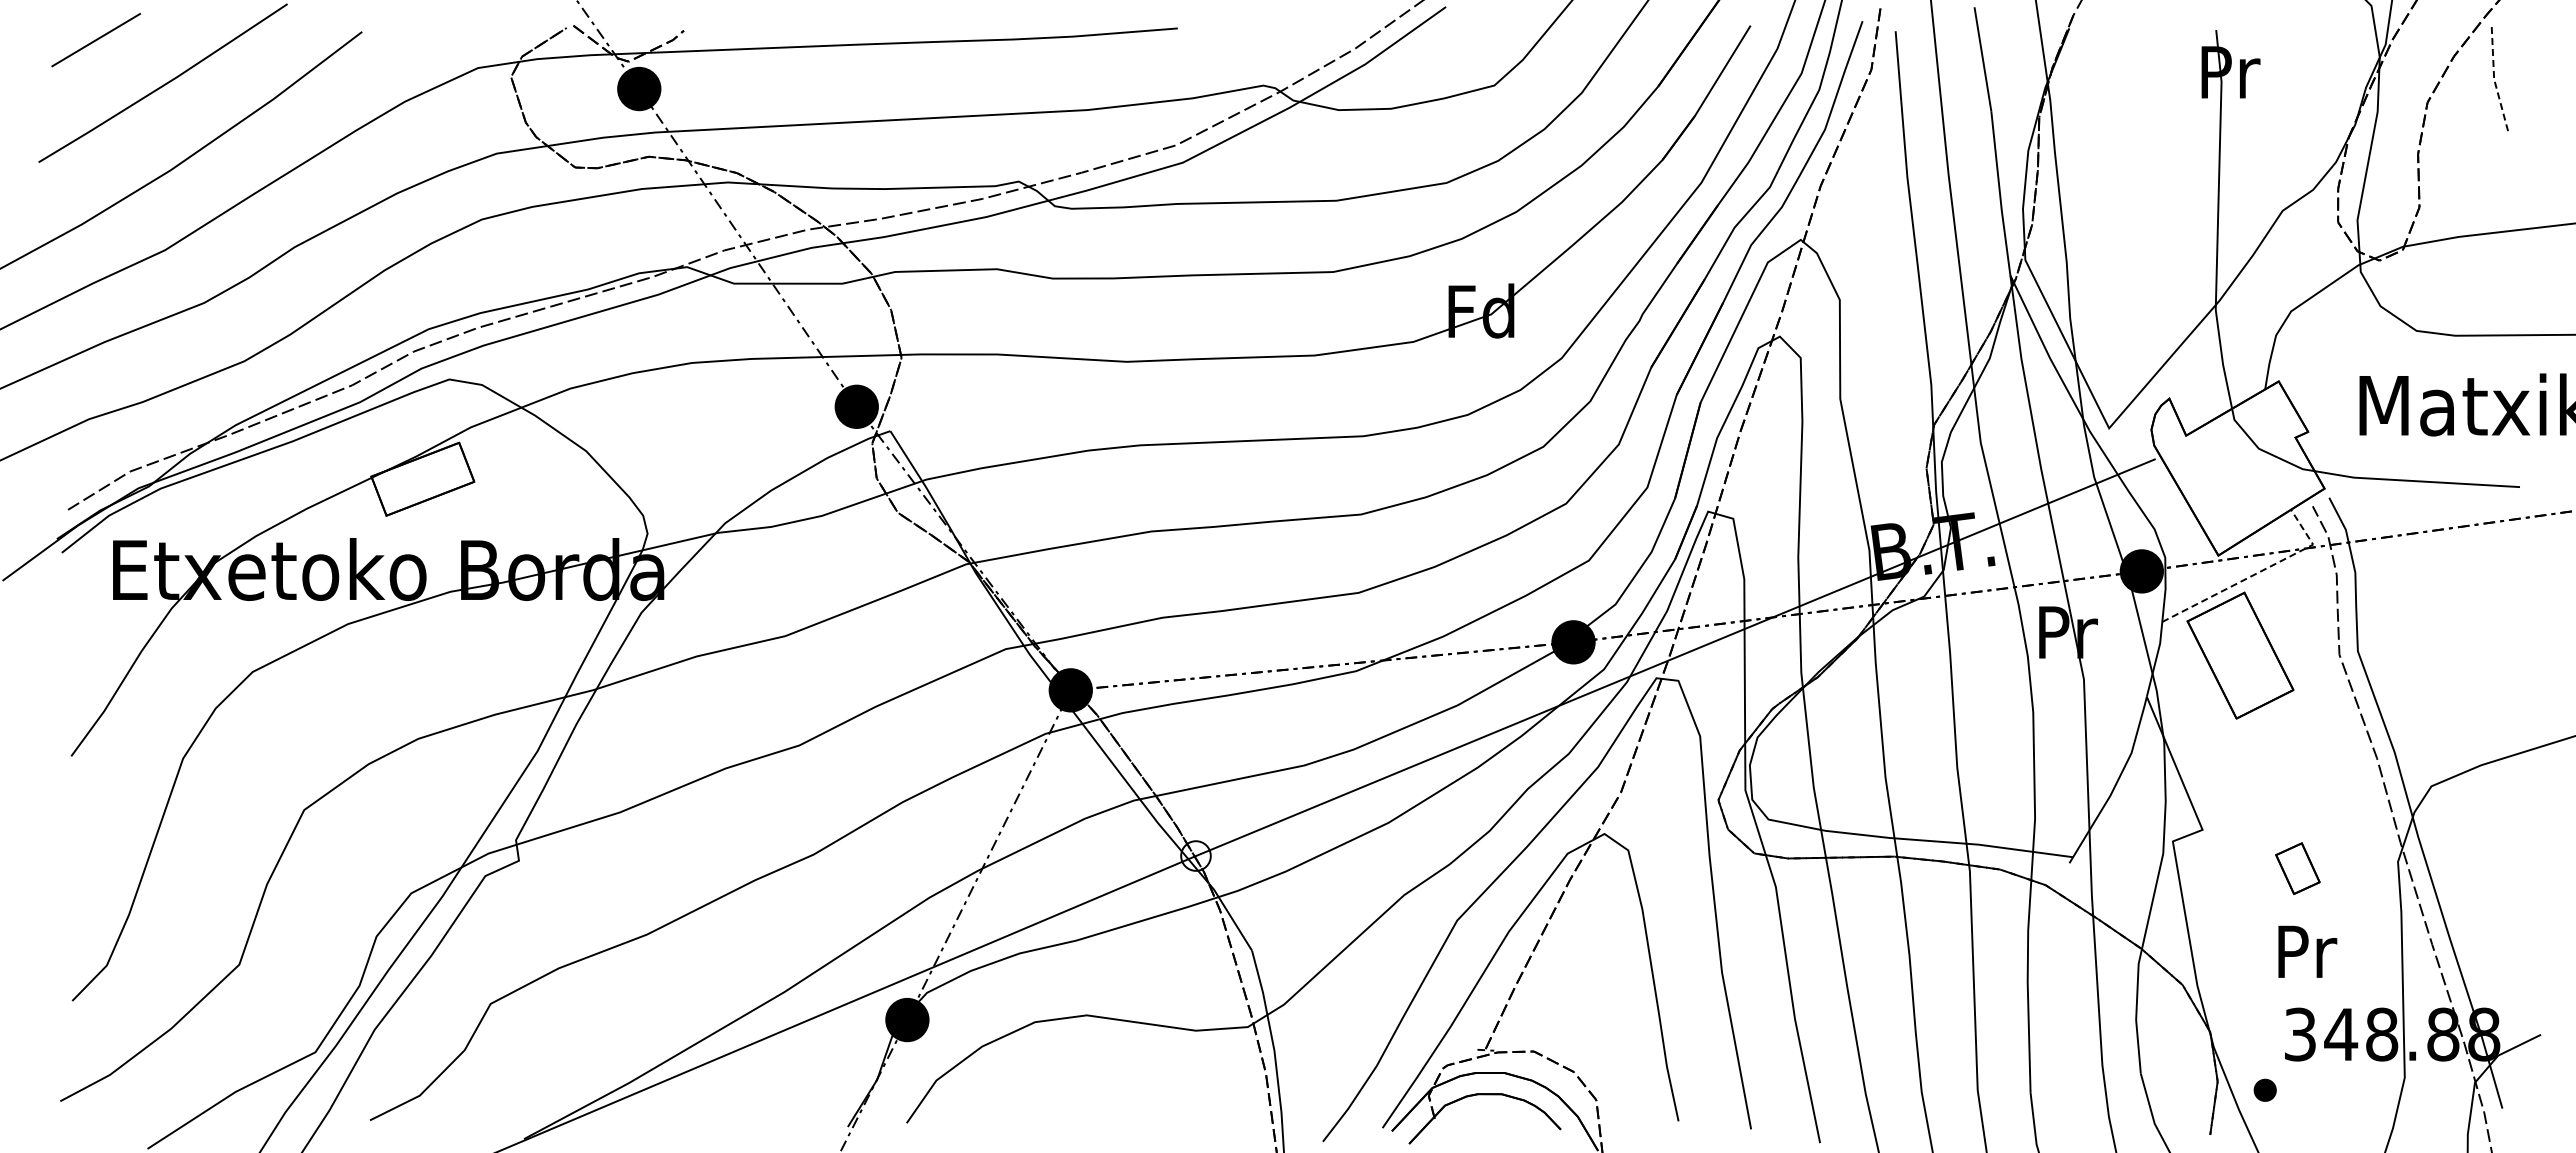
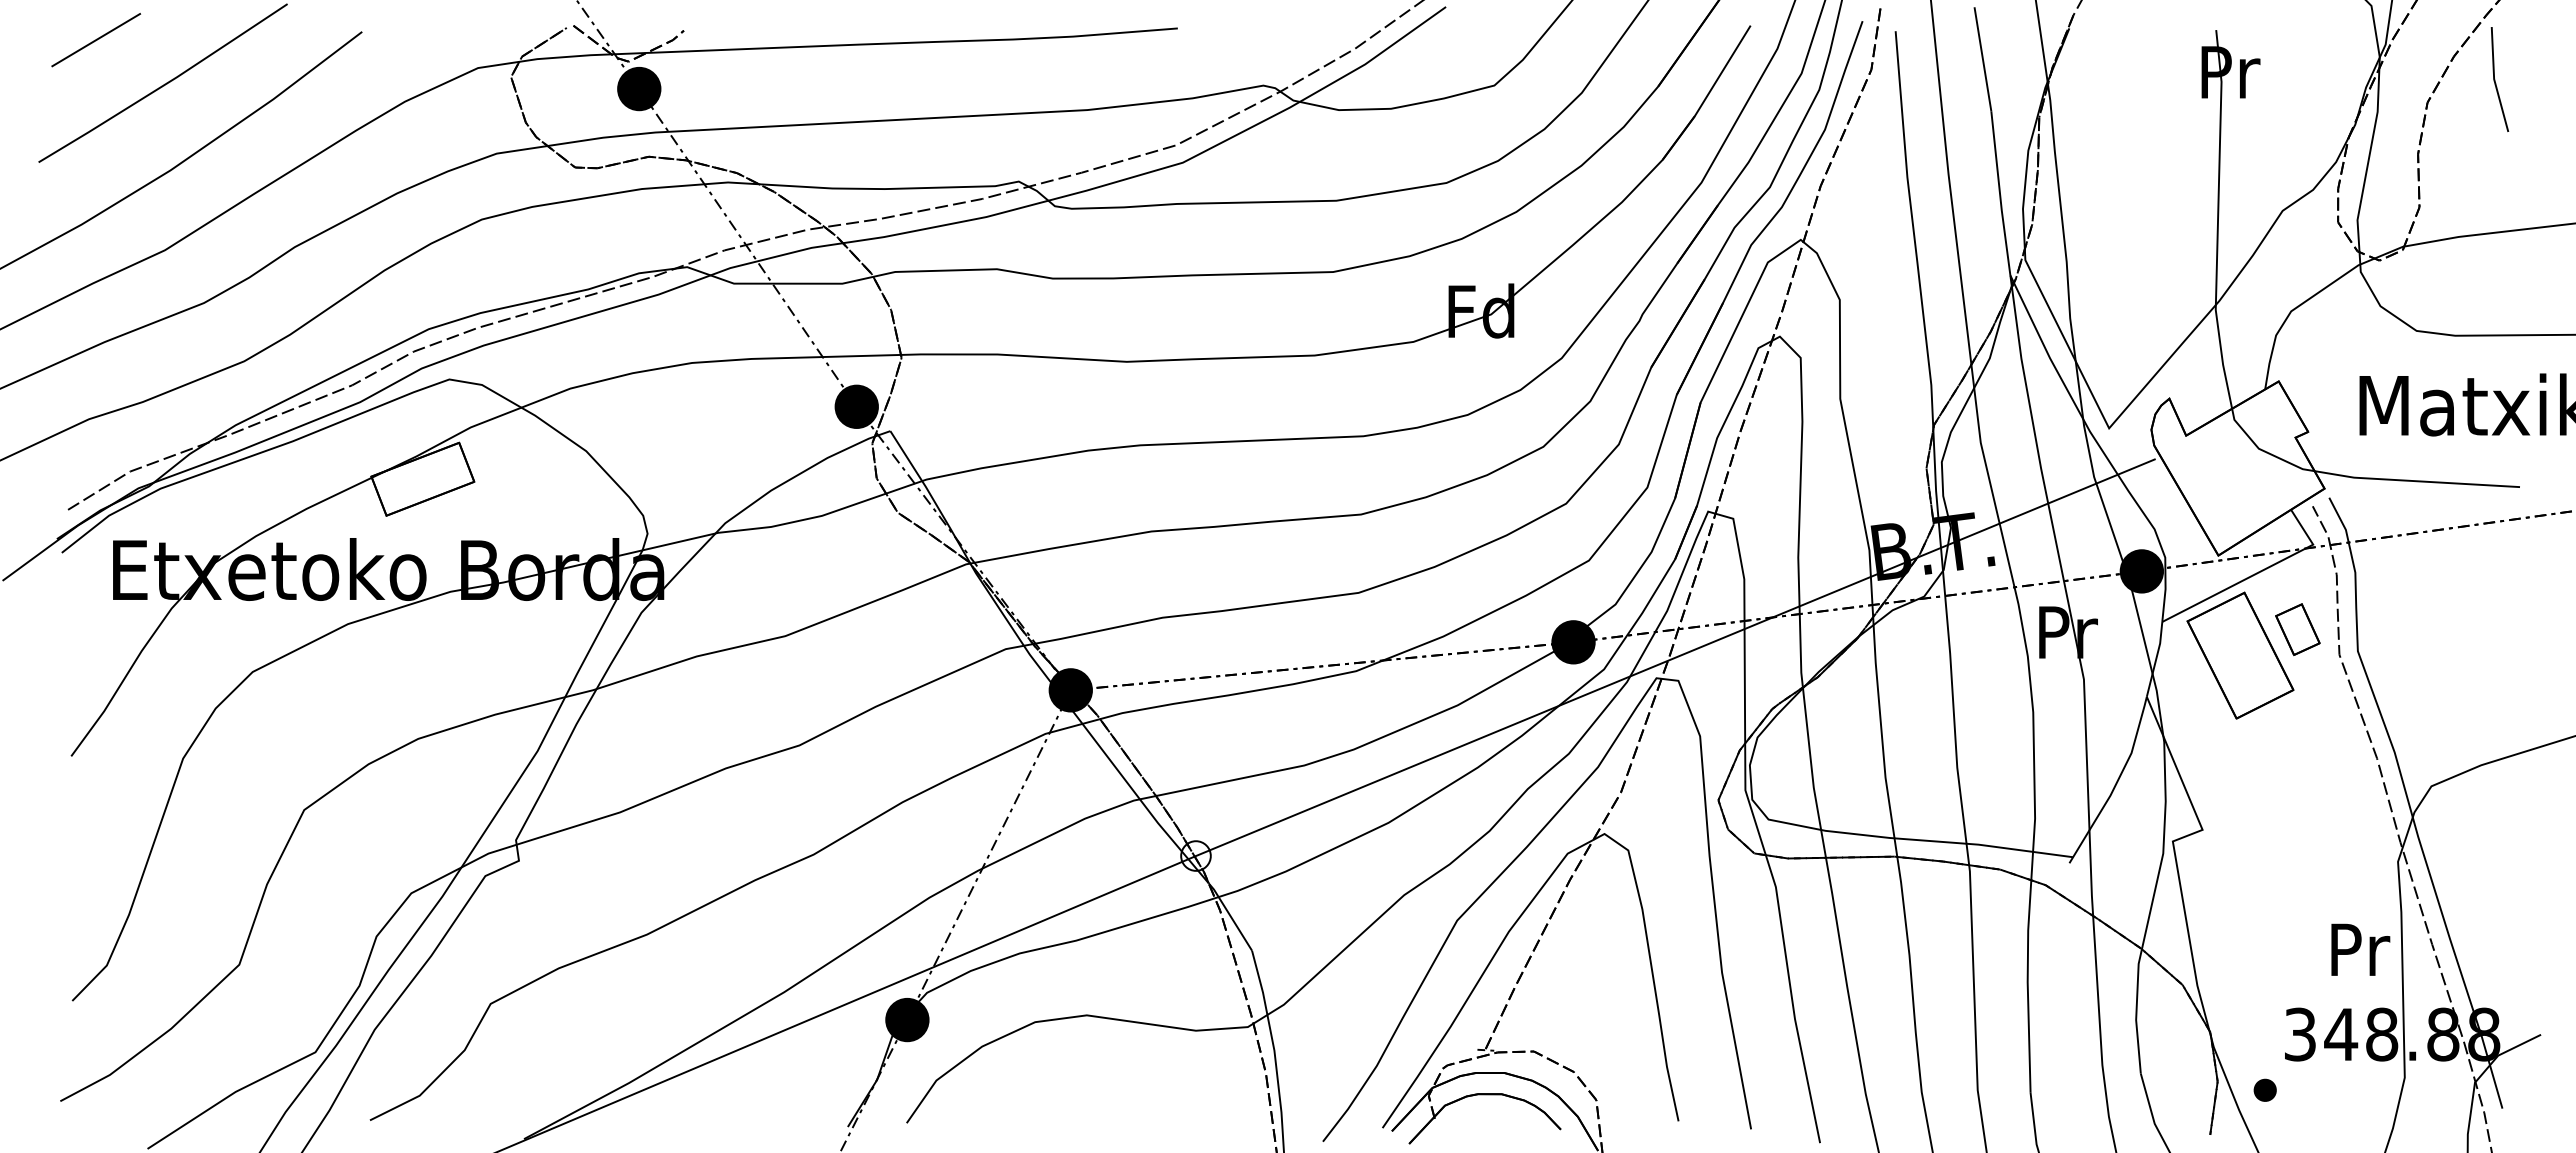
line at (2494, 80): dashed -> solid
line at (2257, 573): dashed -> solid
part at (2297, 868) position: (2297, 868) -> (2297, 629)
text at (2307, 951) position: (2307, 951) -> (2360, 949)
